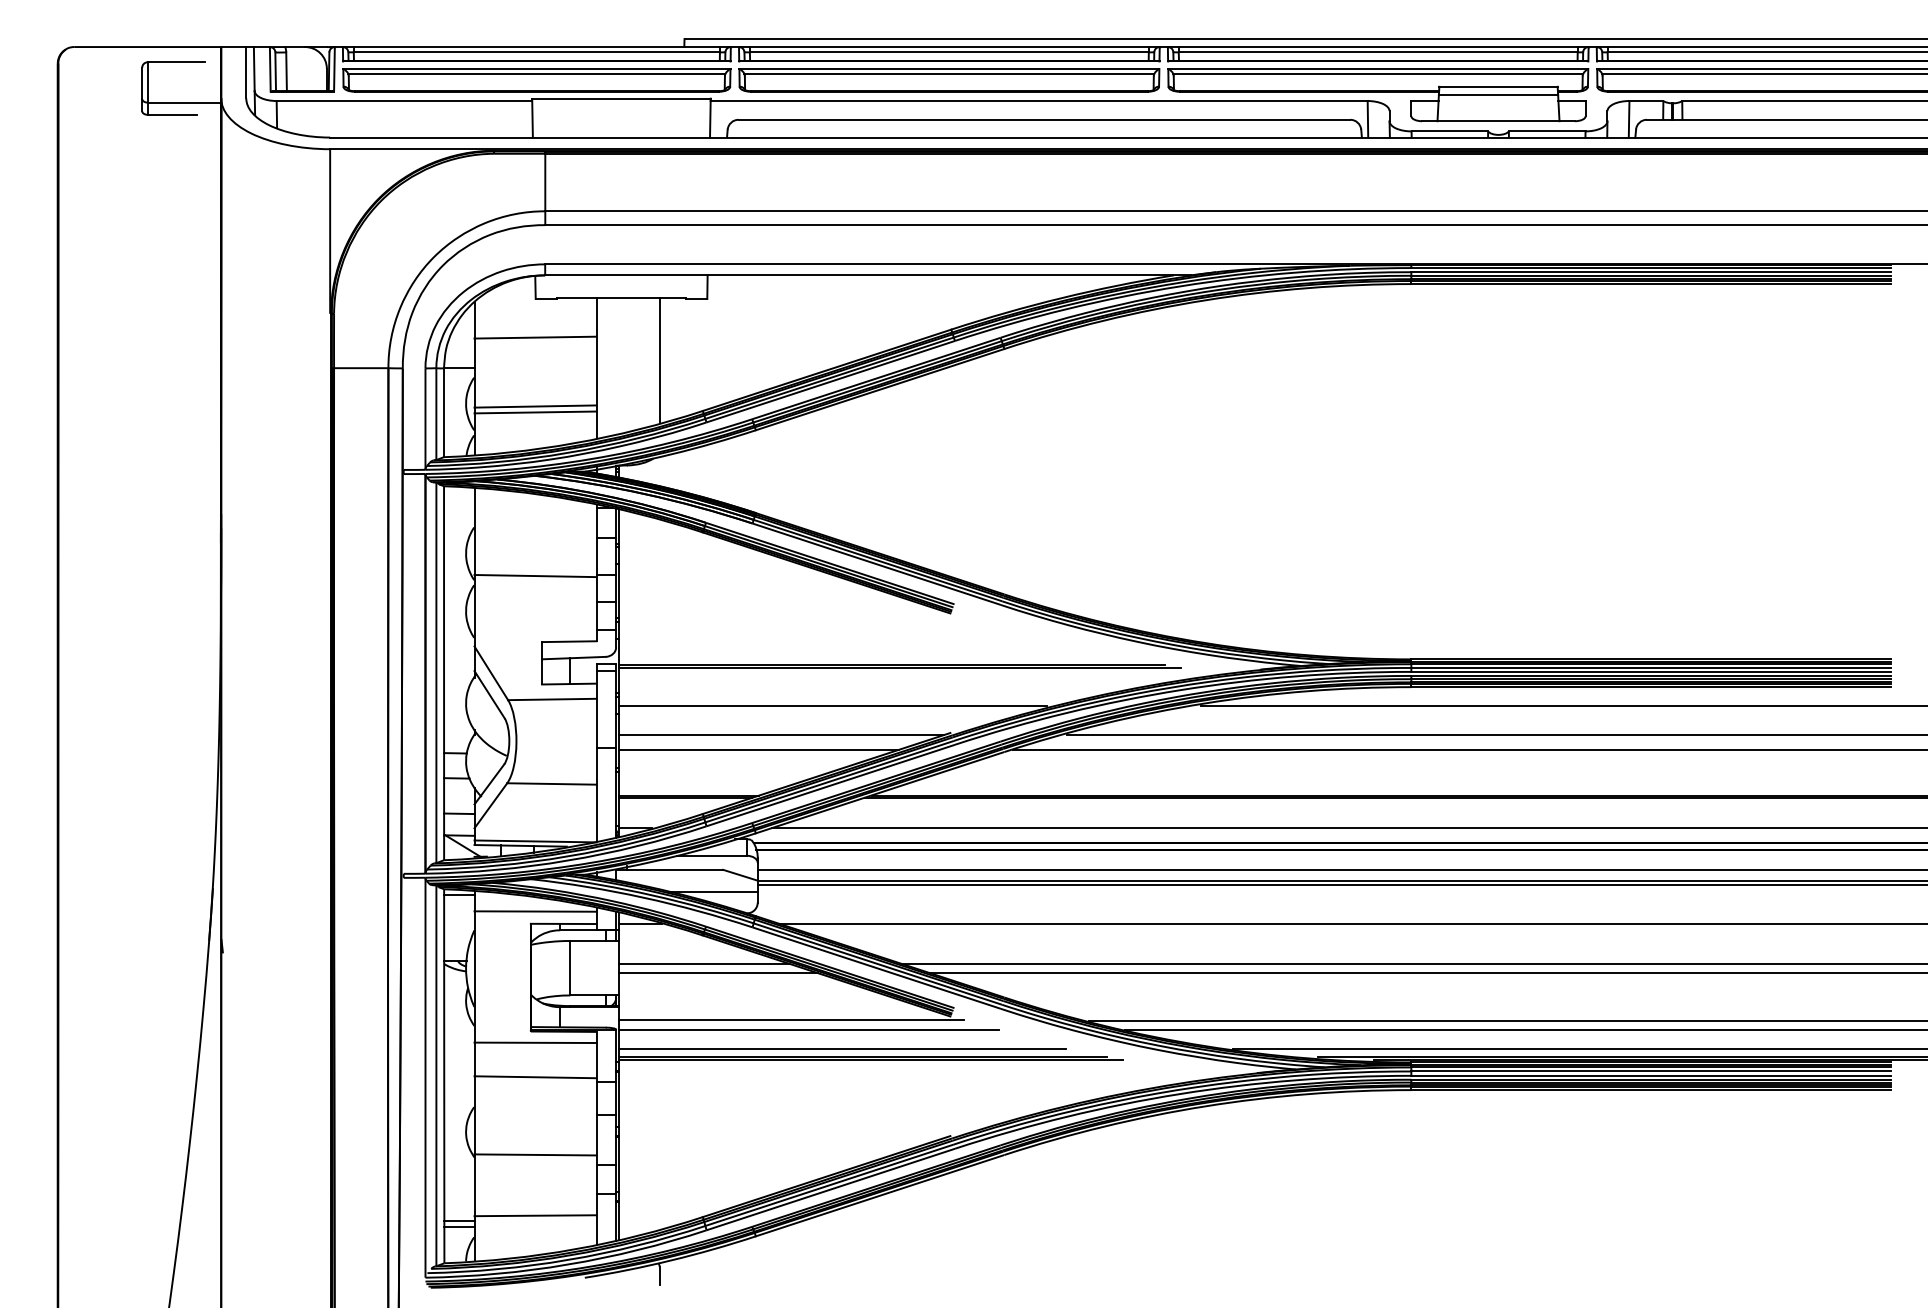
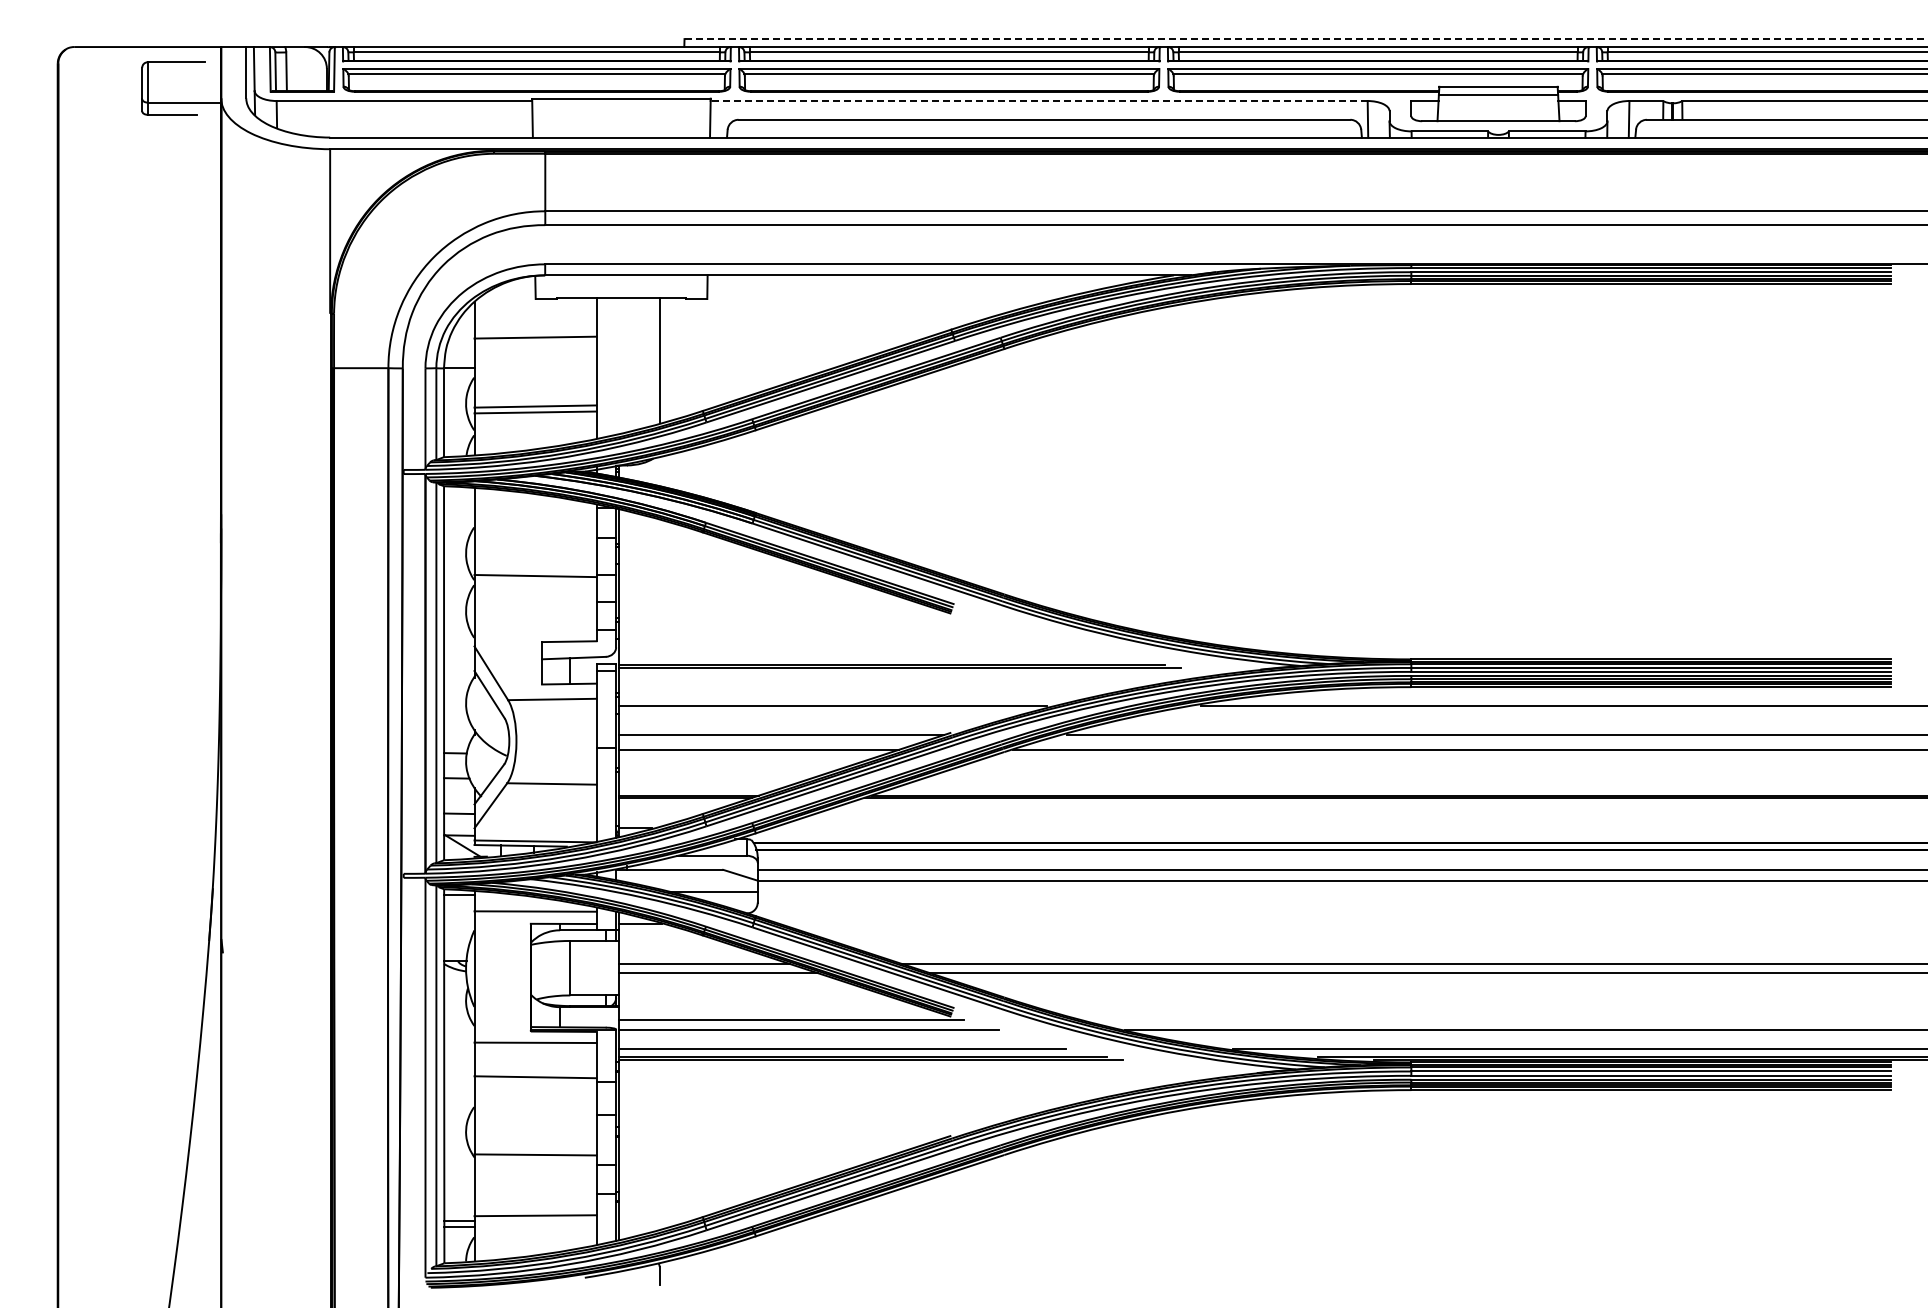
line at (1306, 39): solid -> dashed
line at (1038, 100): solid -> dashed
line at (1347, 828): present -> none
line at (1340, 884): present -> none
line at (1352, 924): present -> none
line at (1506, 1020): present -> none
